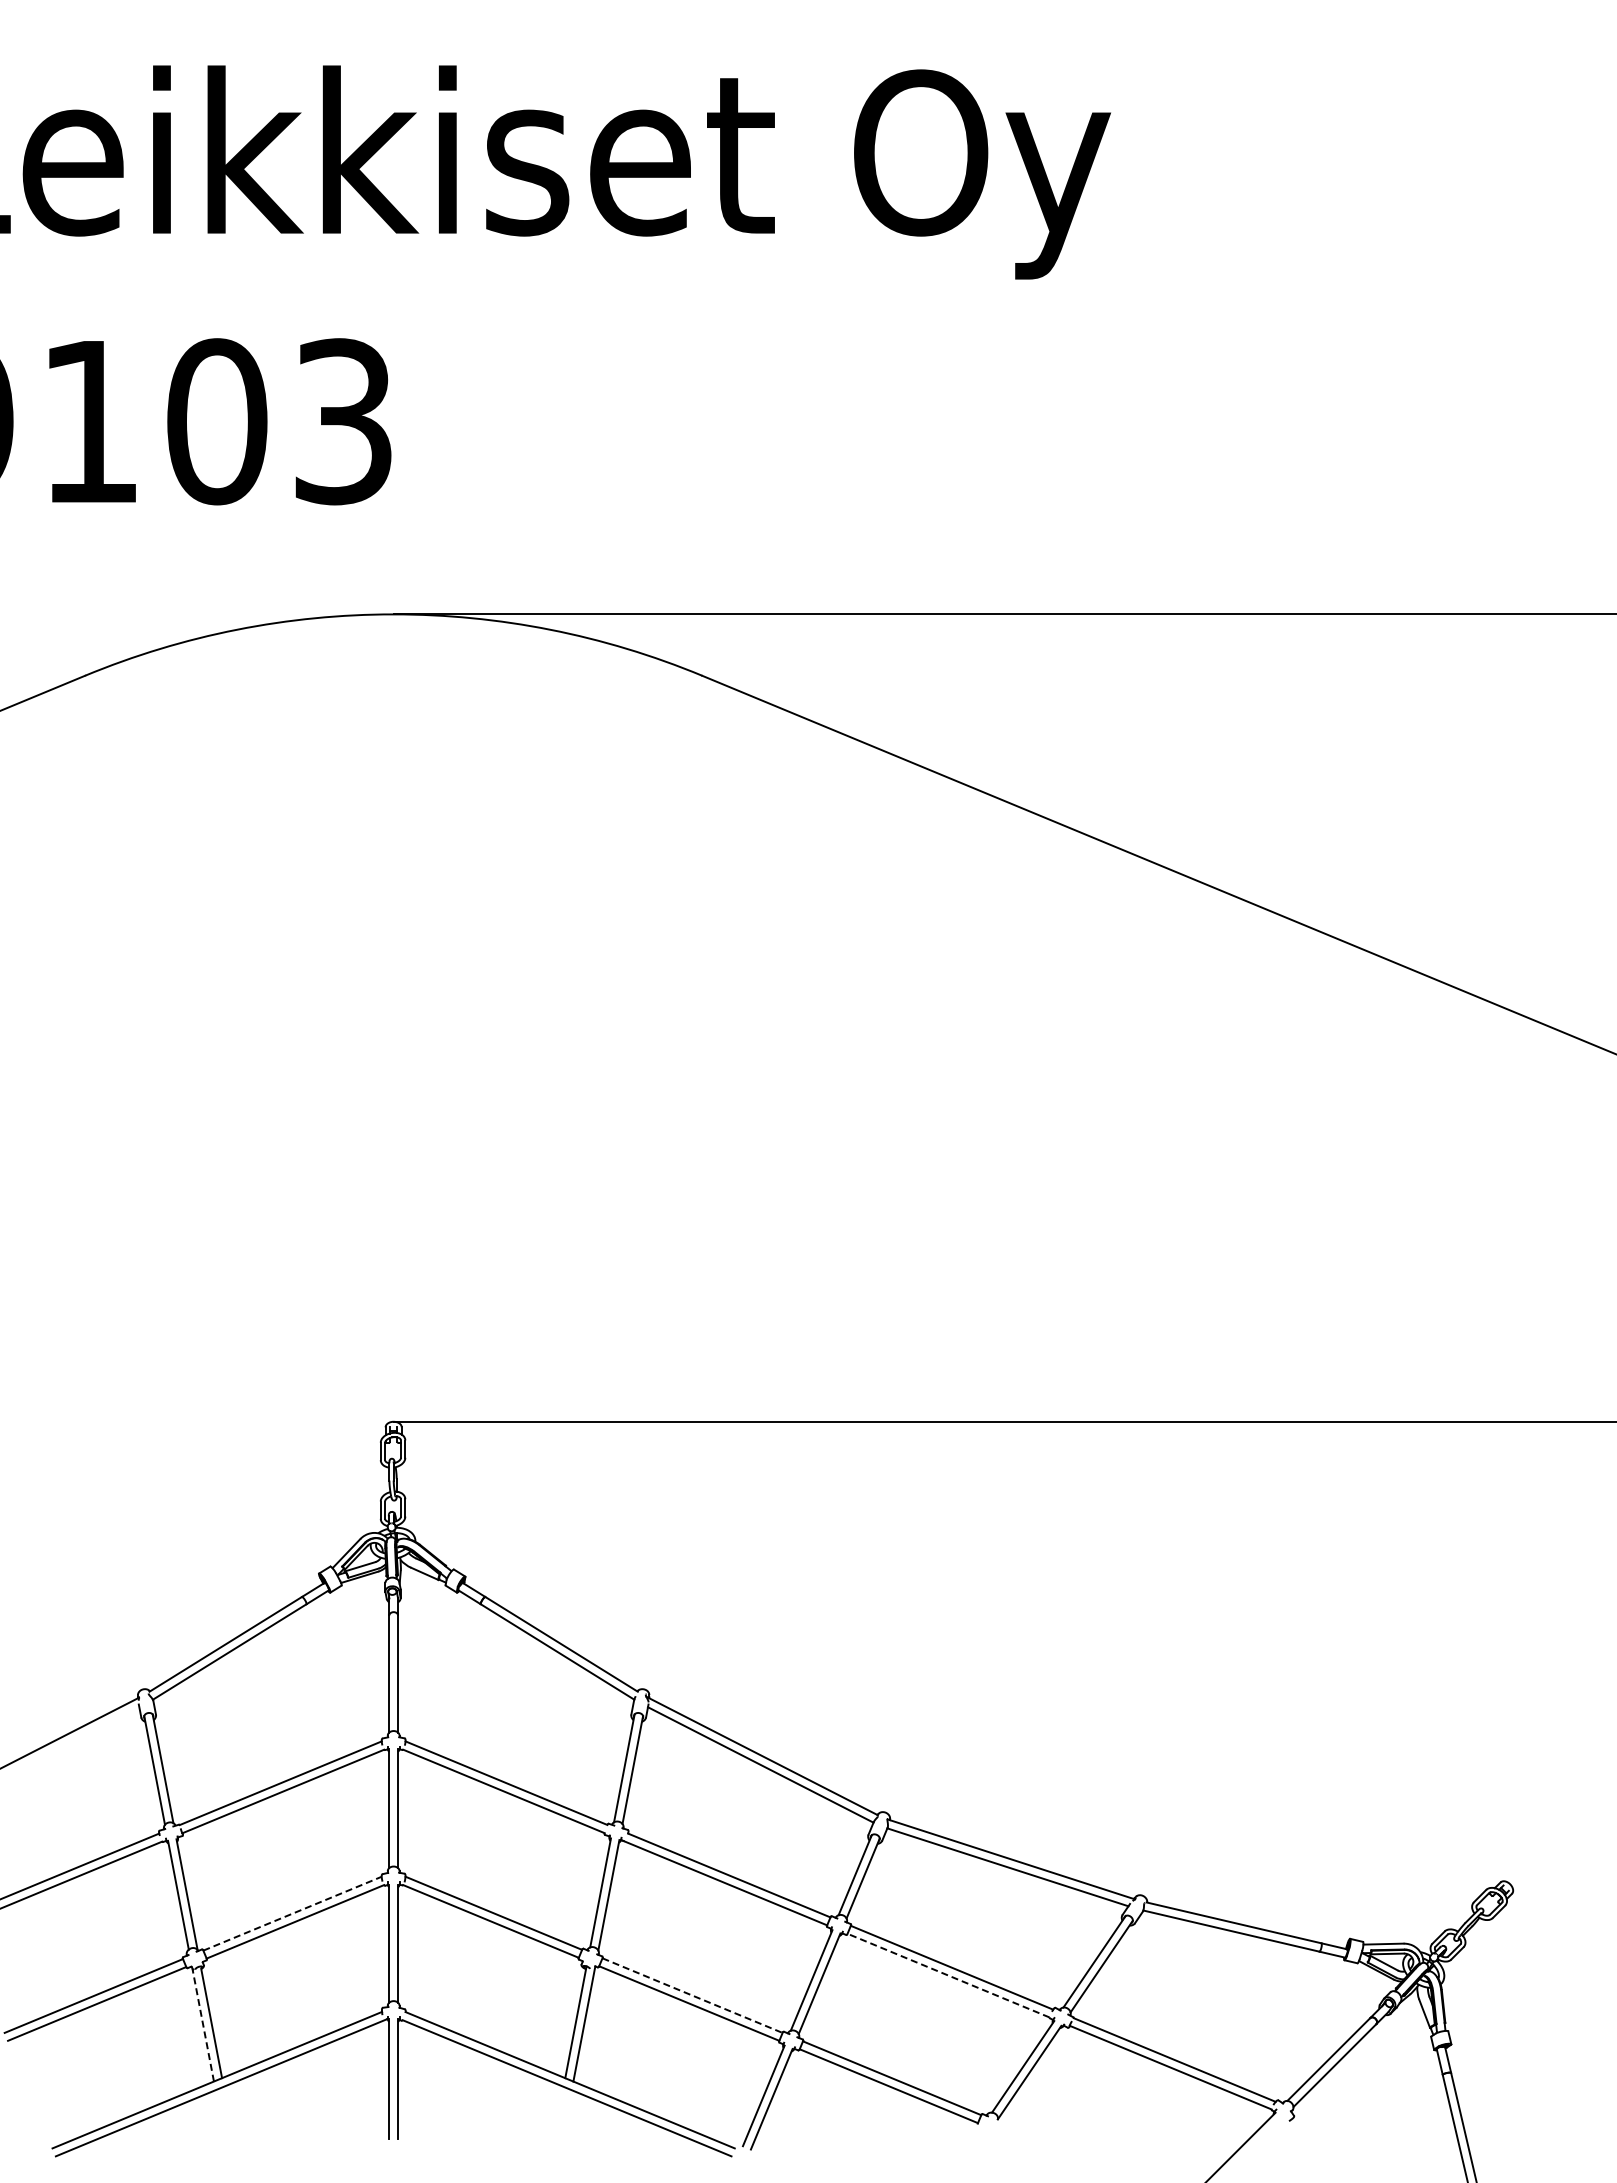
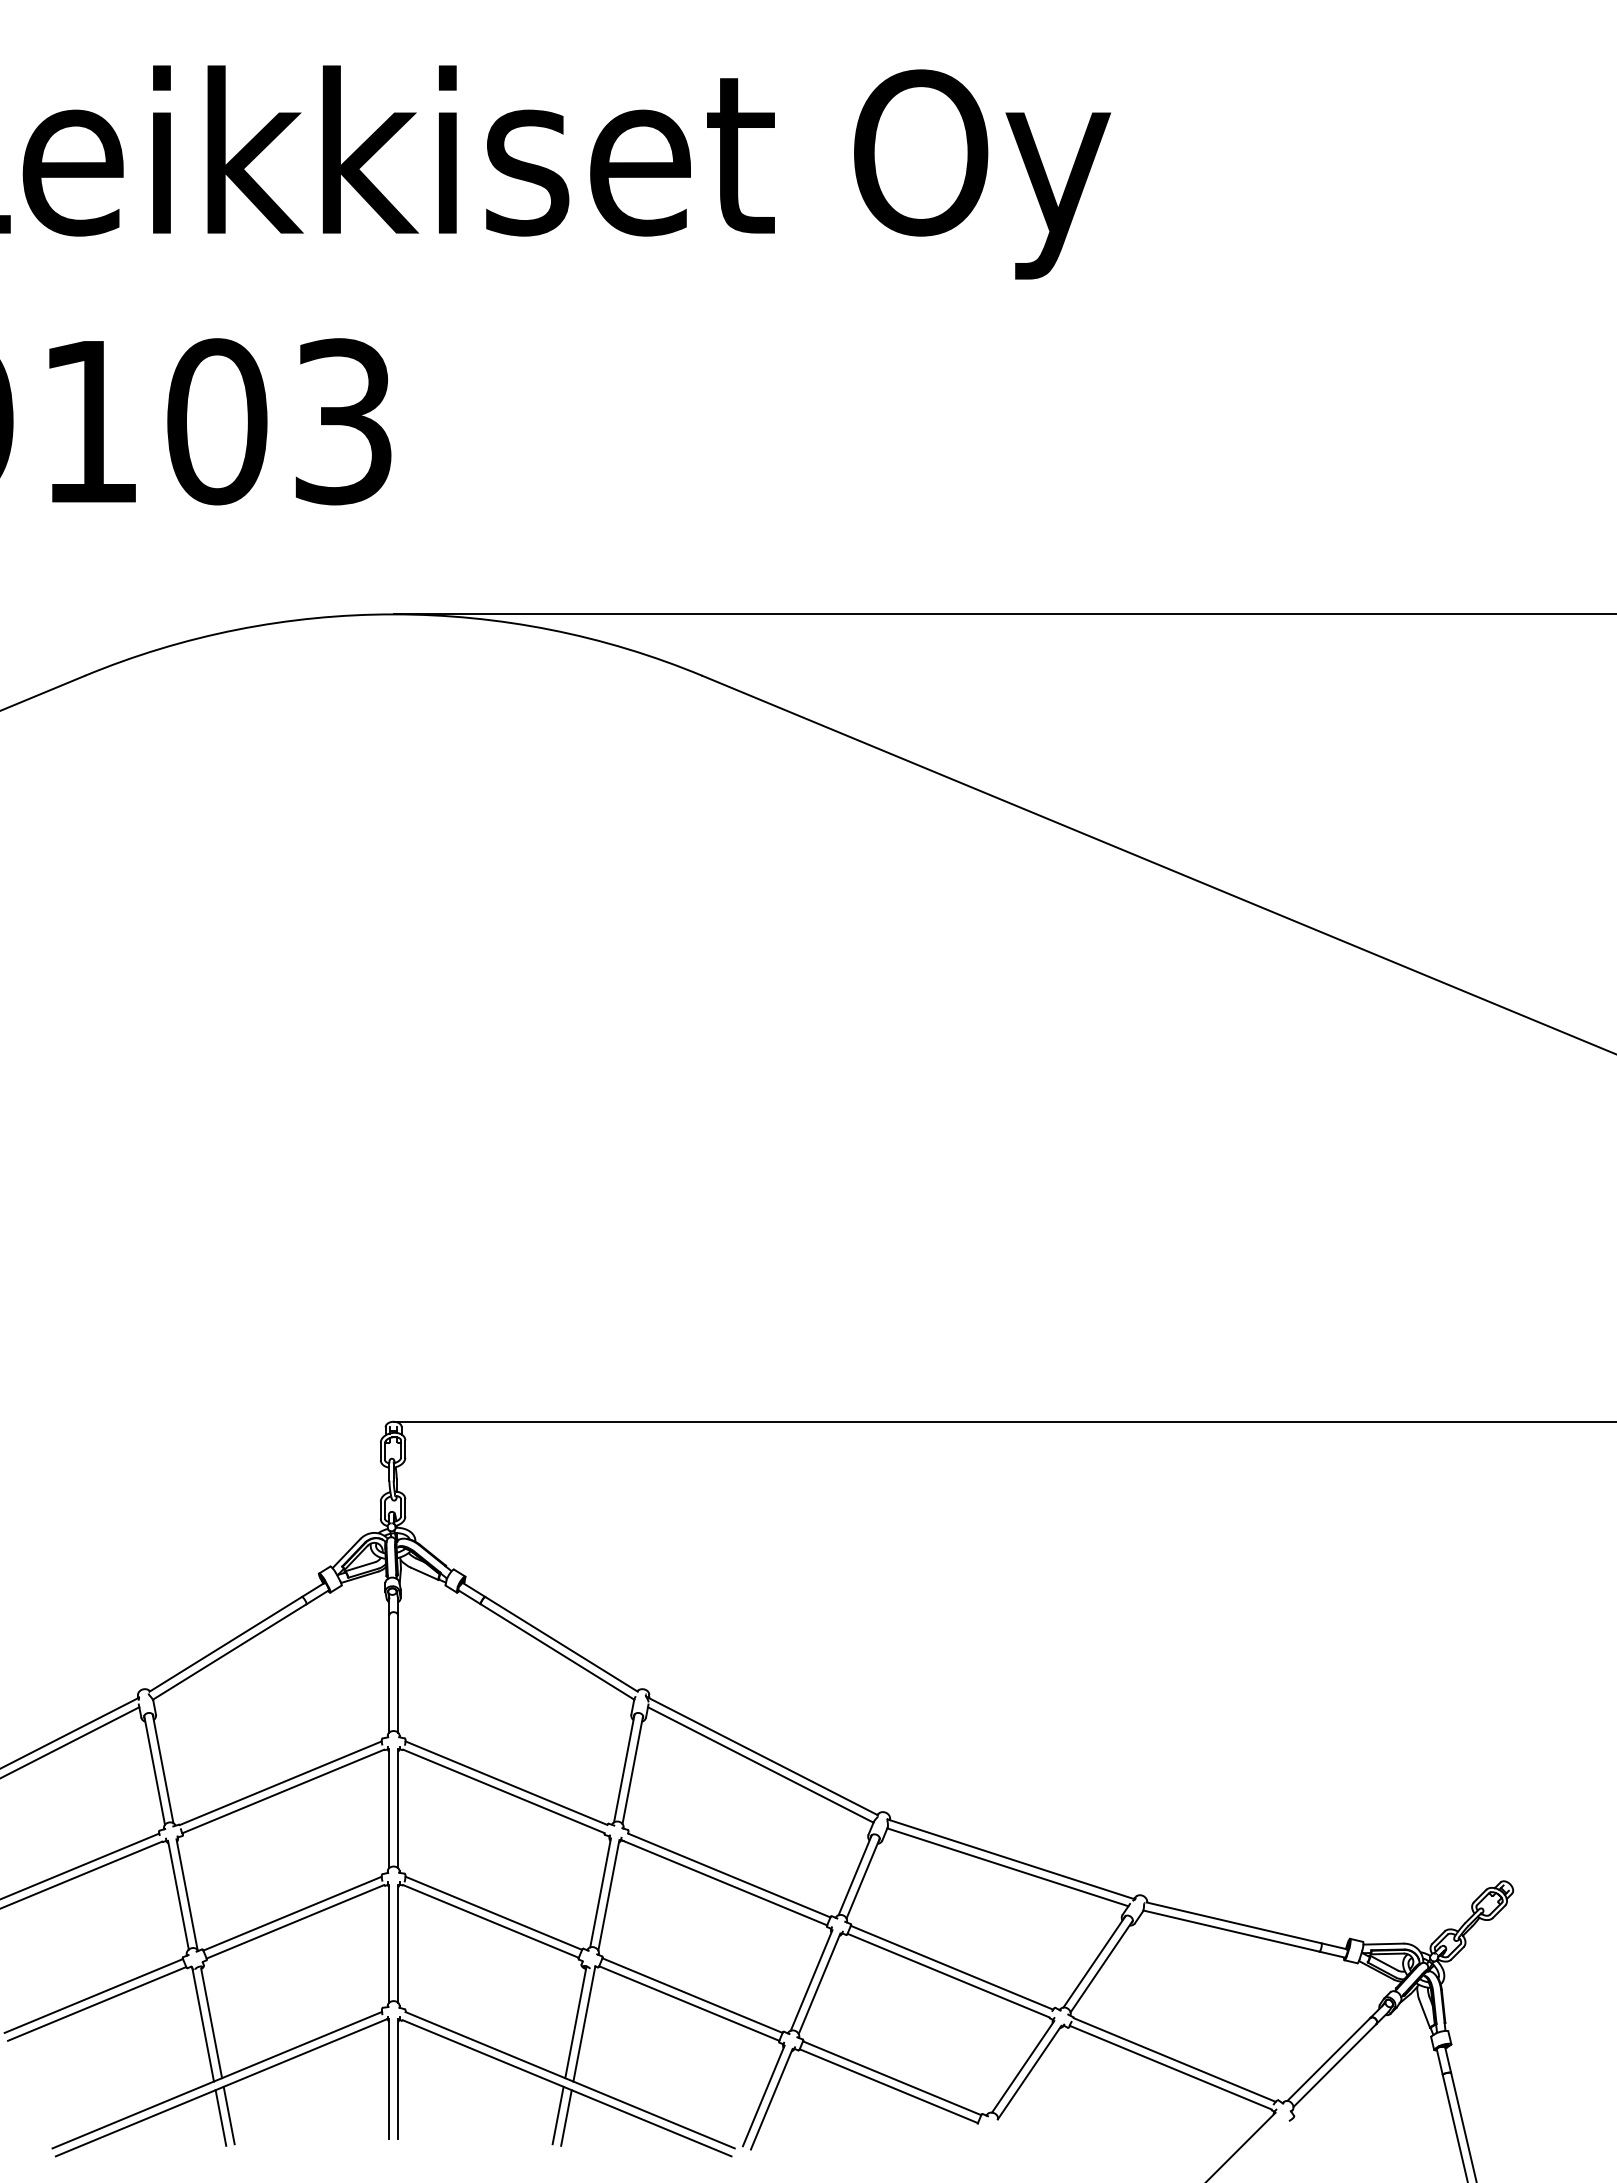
line at (70, 1742): none -> present
line at (292, 1913): dashed -> solid
line at (948, 1975): dashed -> solid
line at (693, 1995): dashed -> solid
line at (203, 2024): dashed -> solid
line at (228, 2115): none -> present
line at (557, 2115): none -> present
line at (220, 2117): none -> present
line at (566, 2117): none -> present
